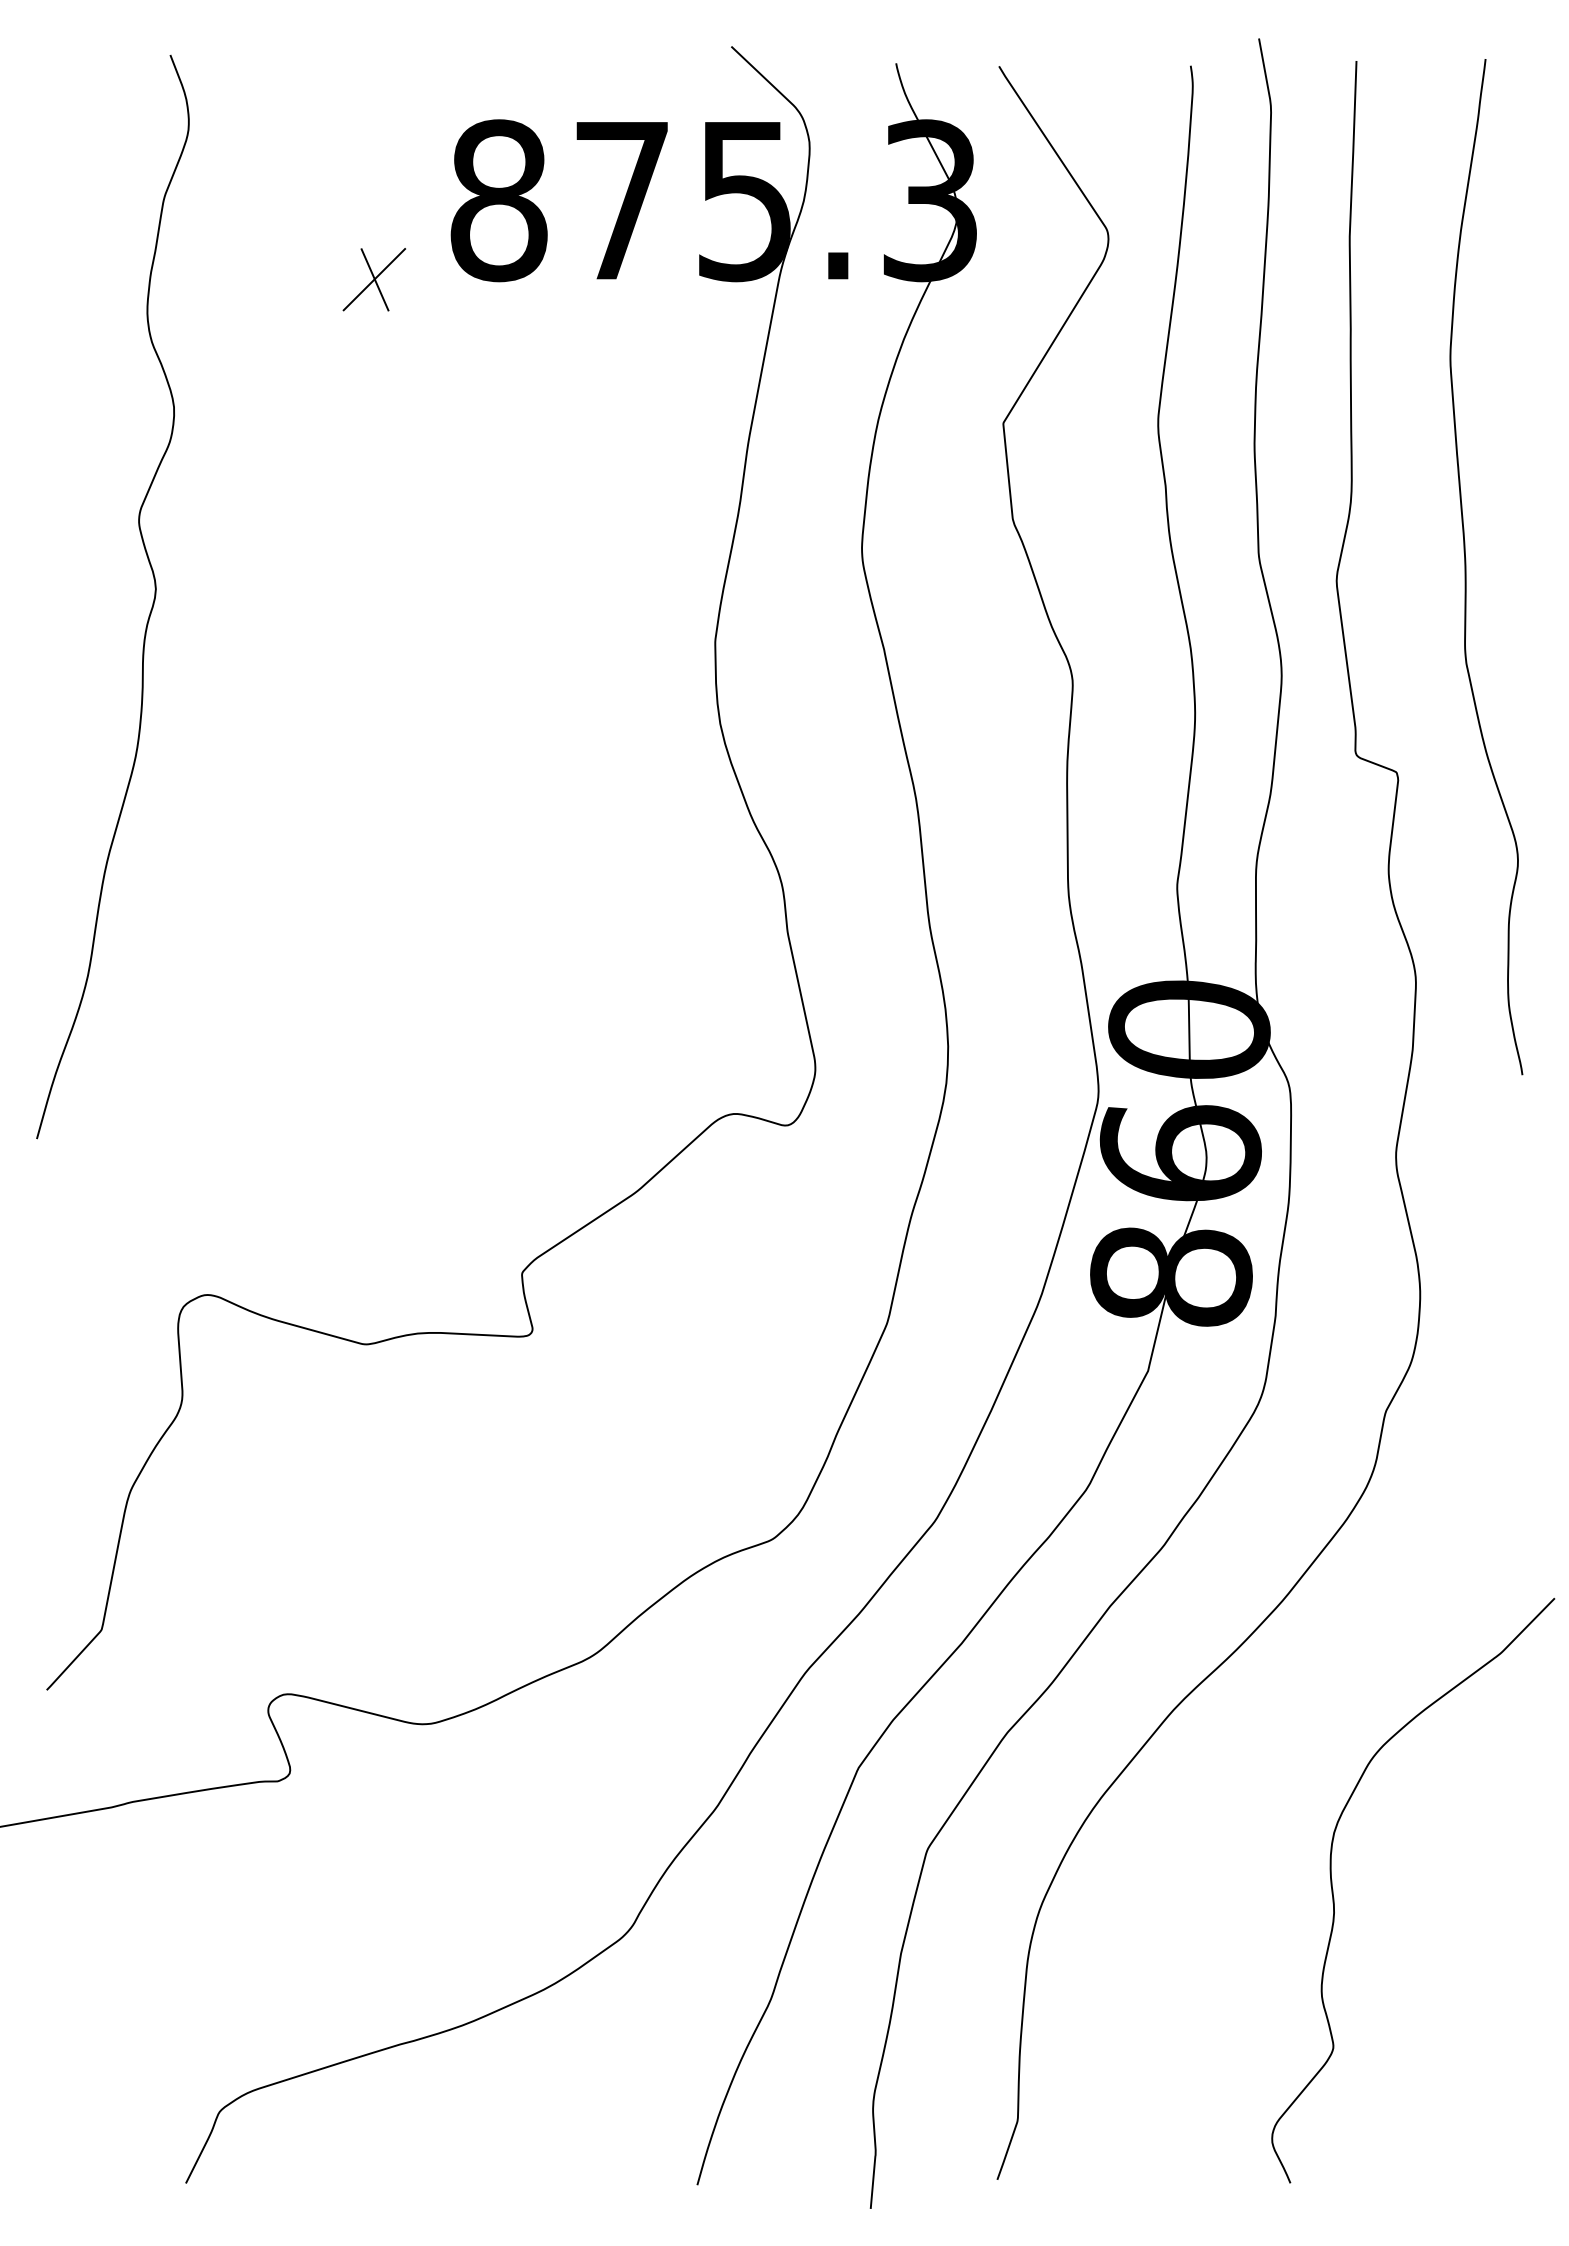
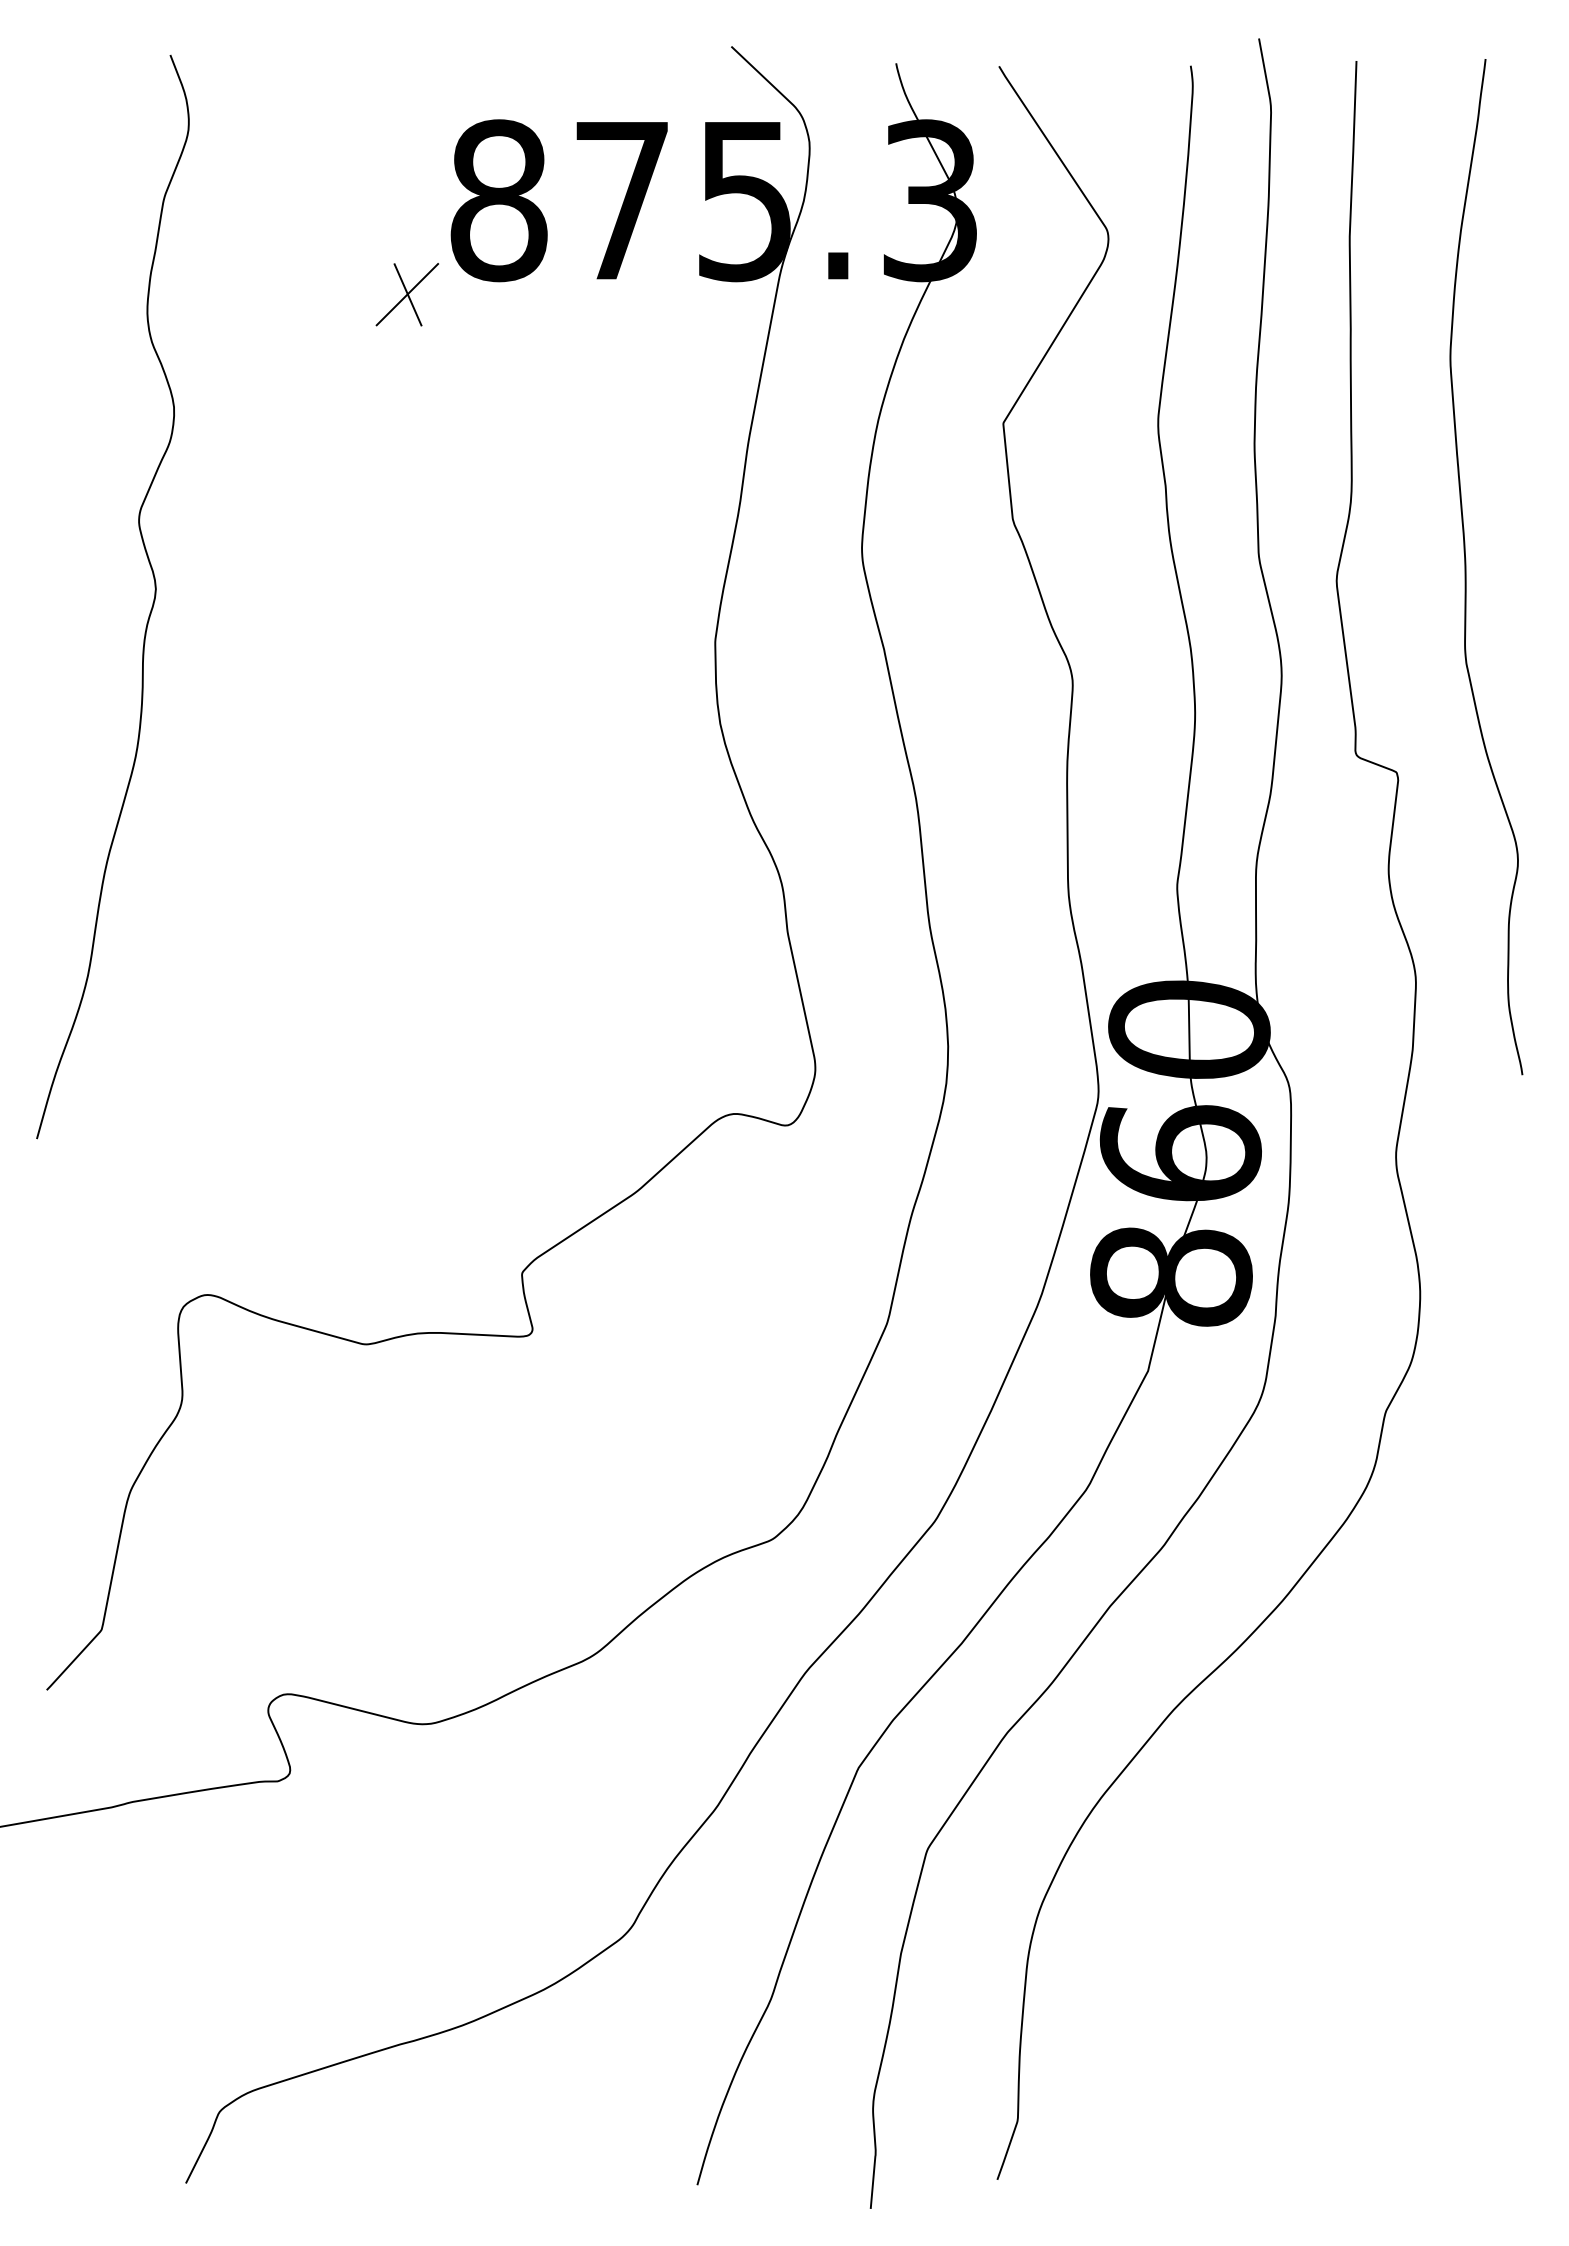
part at (373, 279) position: (373, 279) -> (406, 294)
curve at (1334, 1897): present -> none
